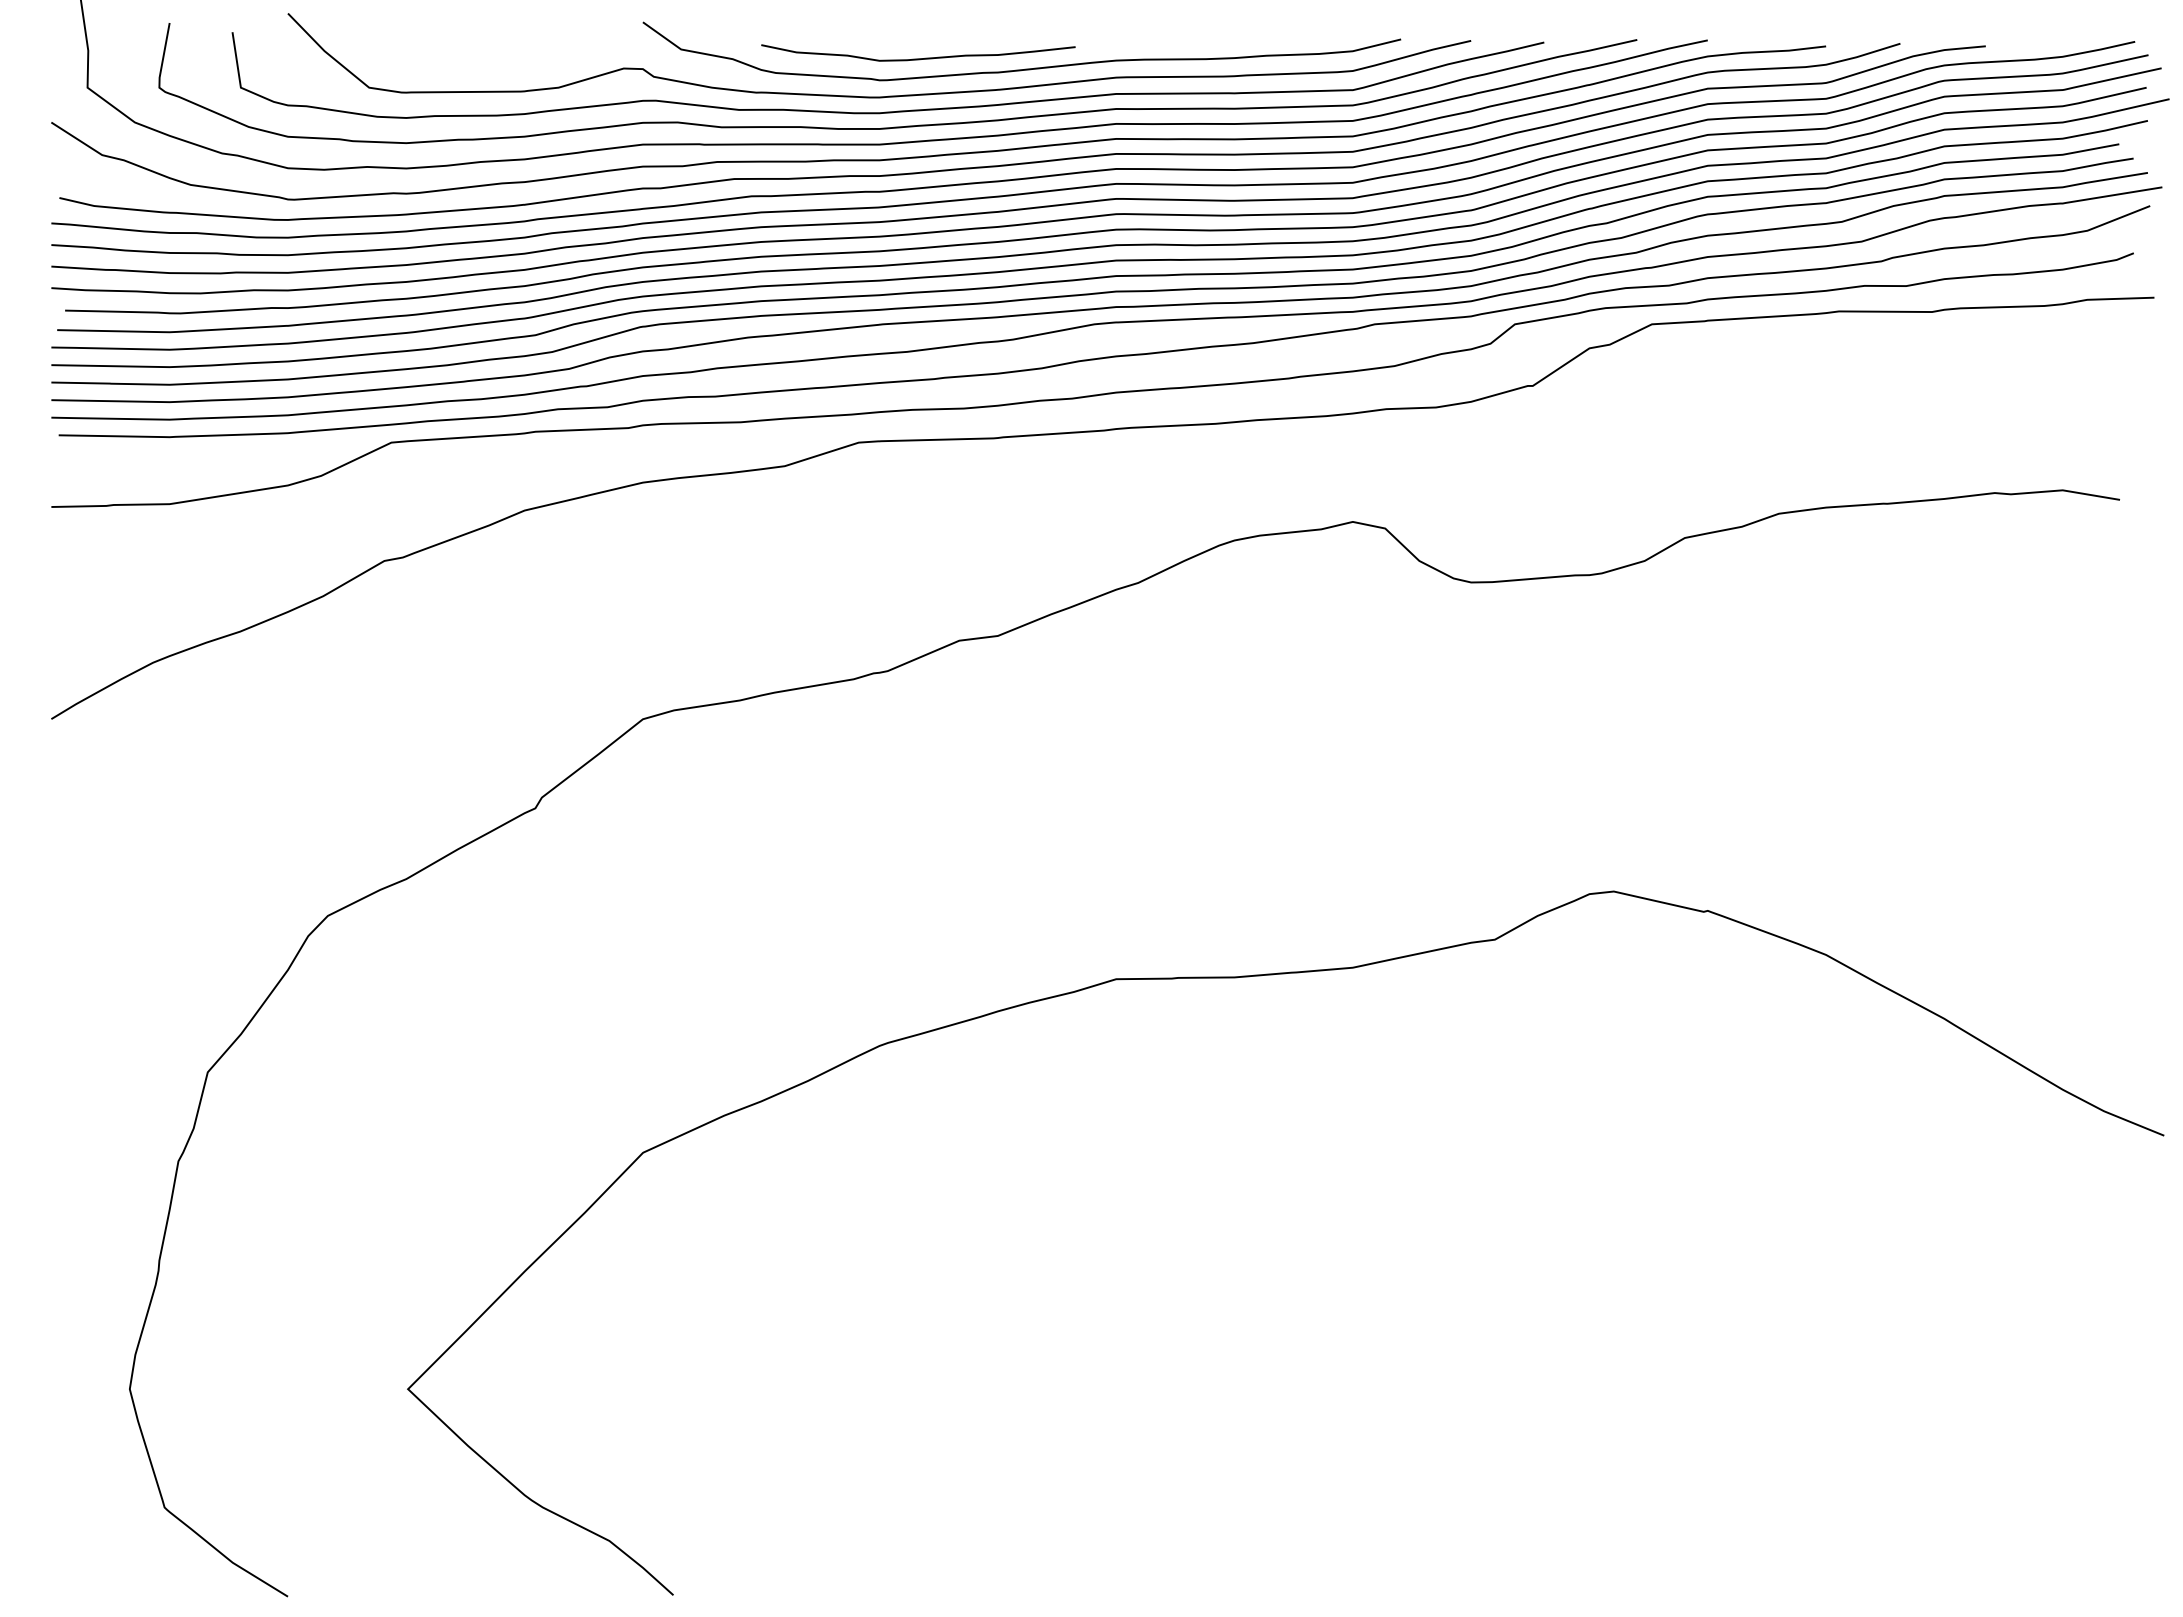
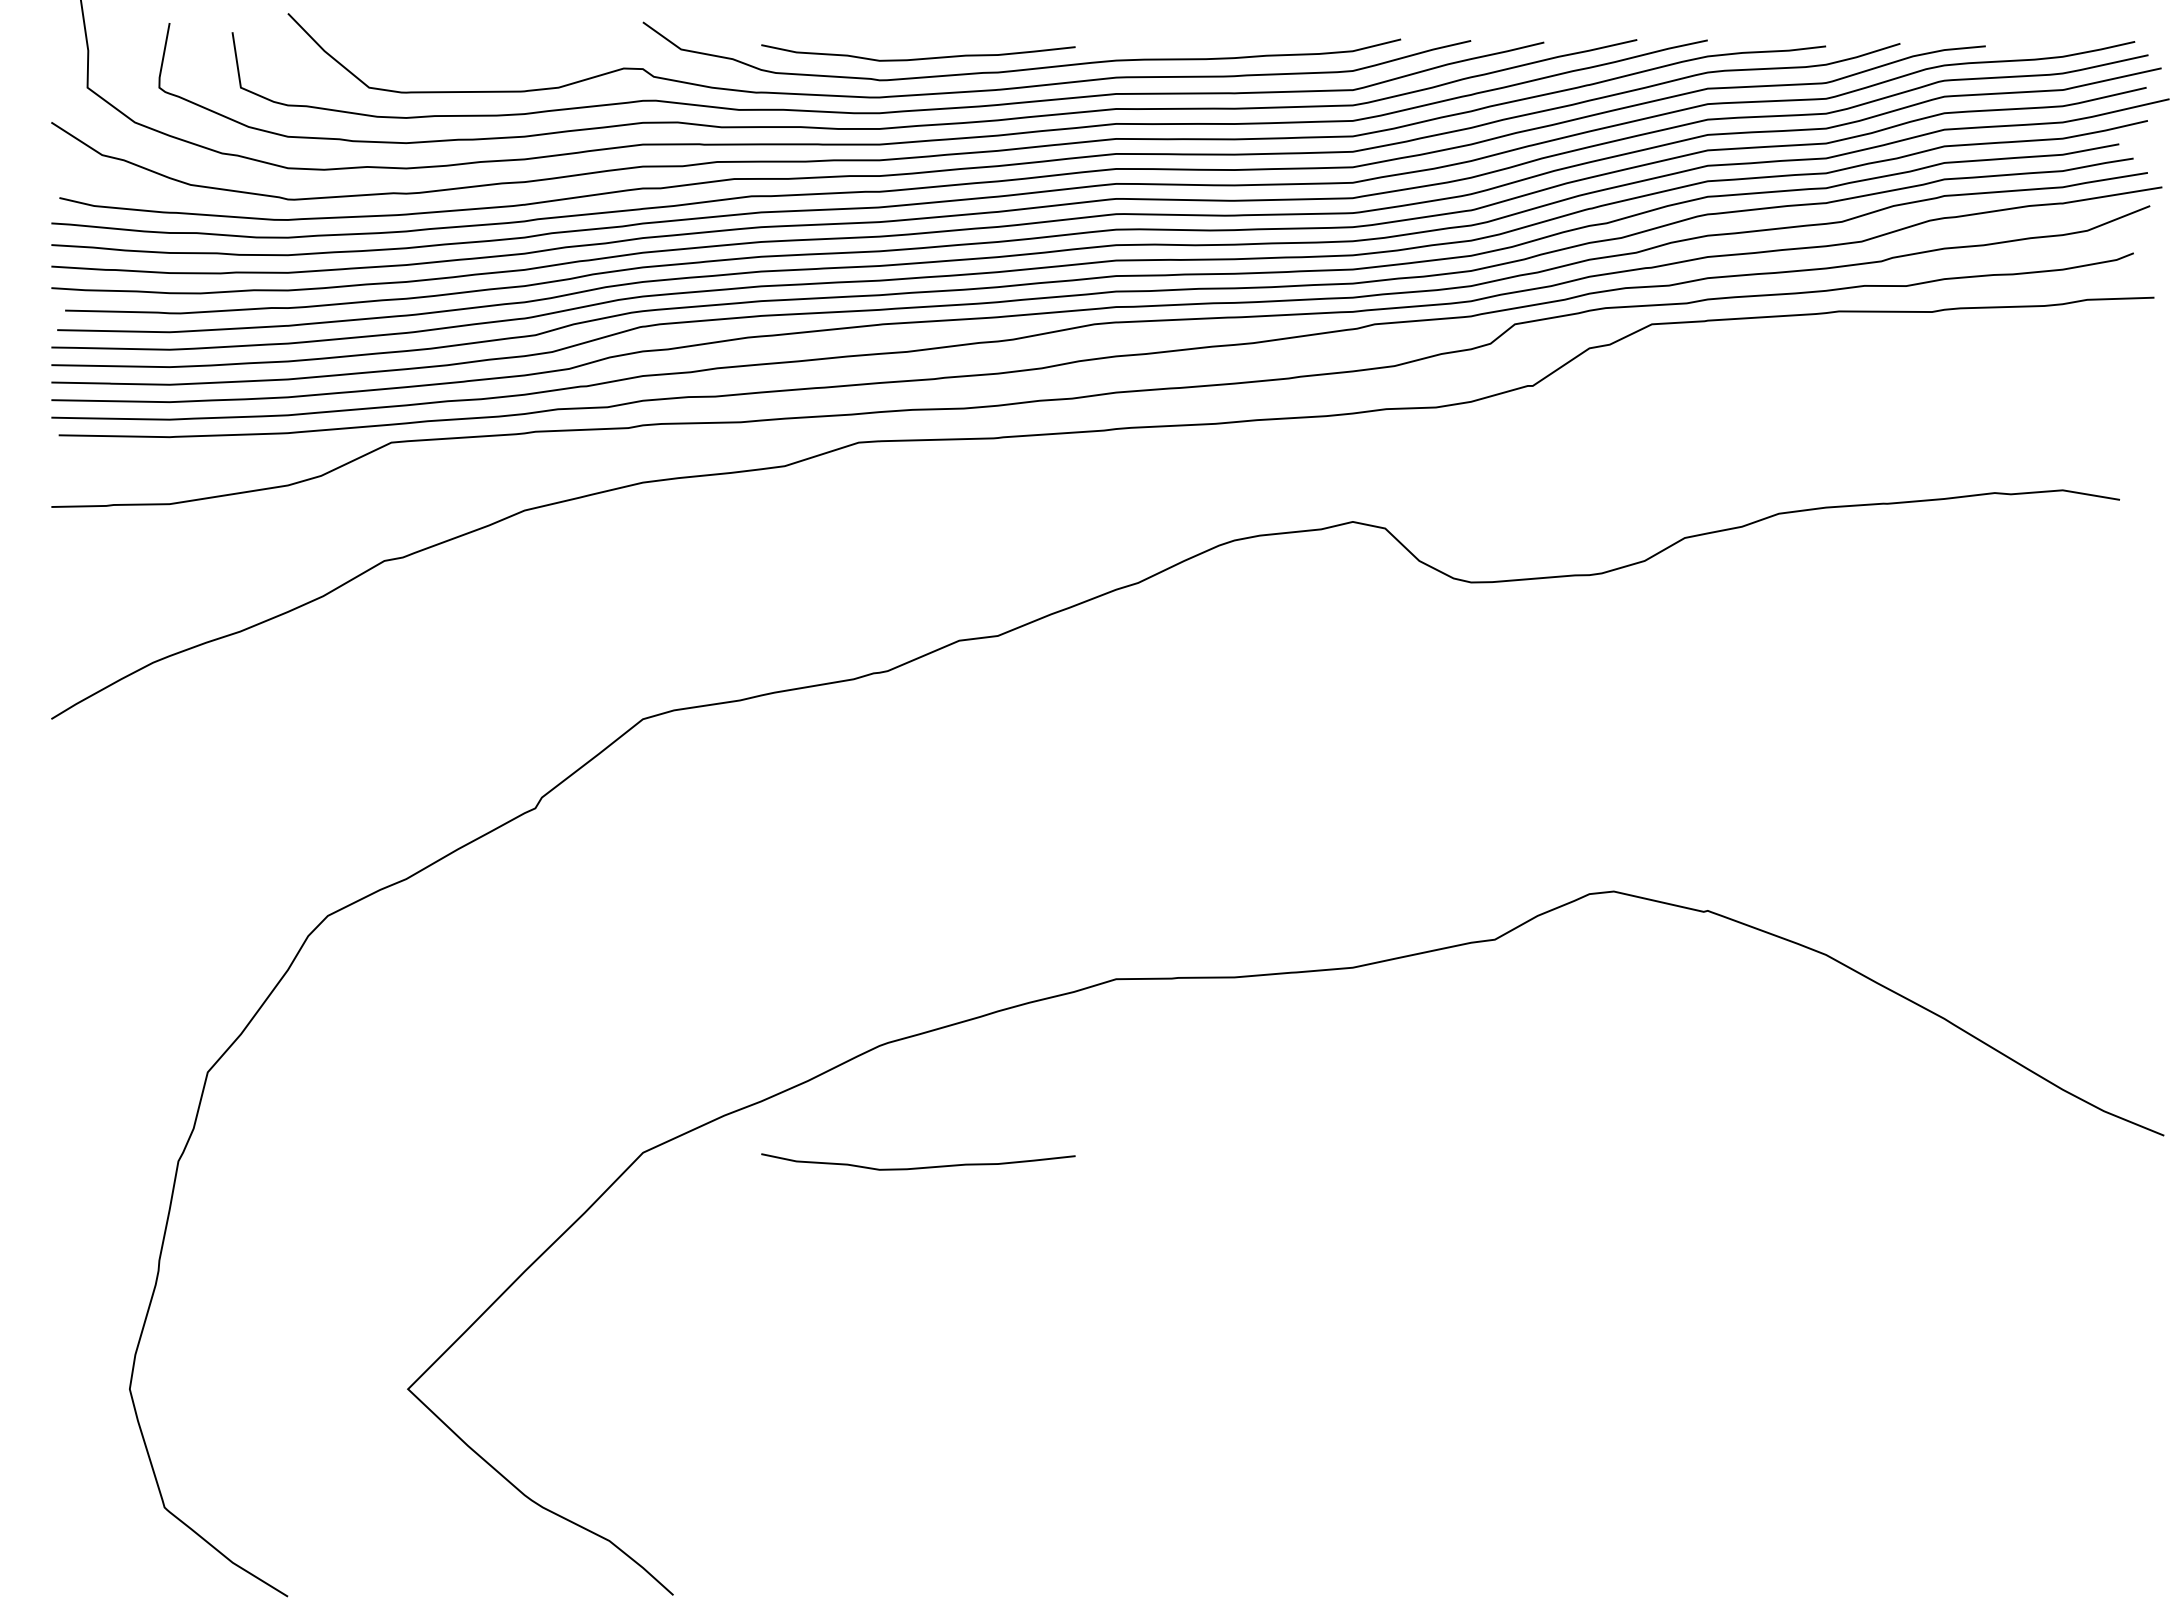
curve at (918, 1167): none -> present
